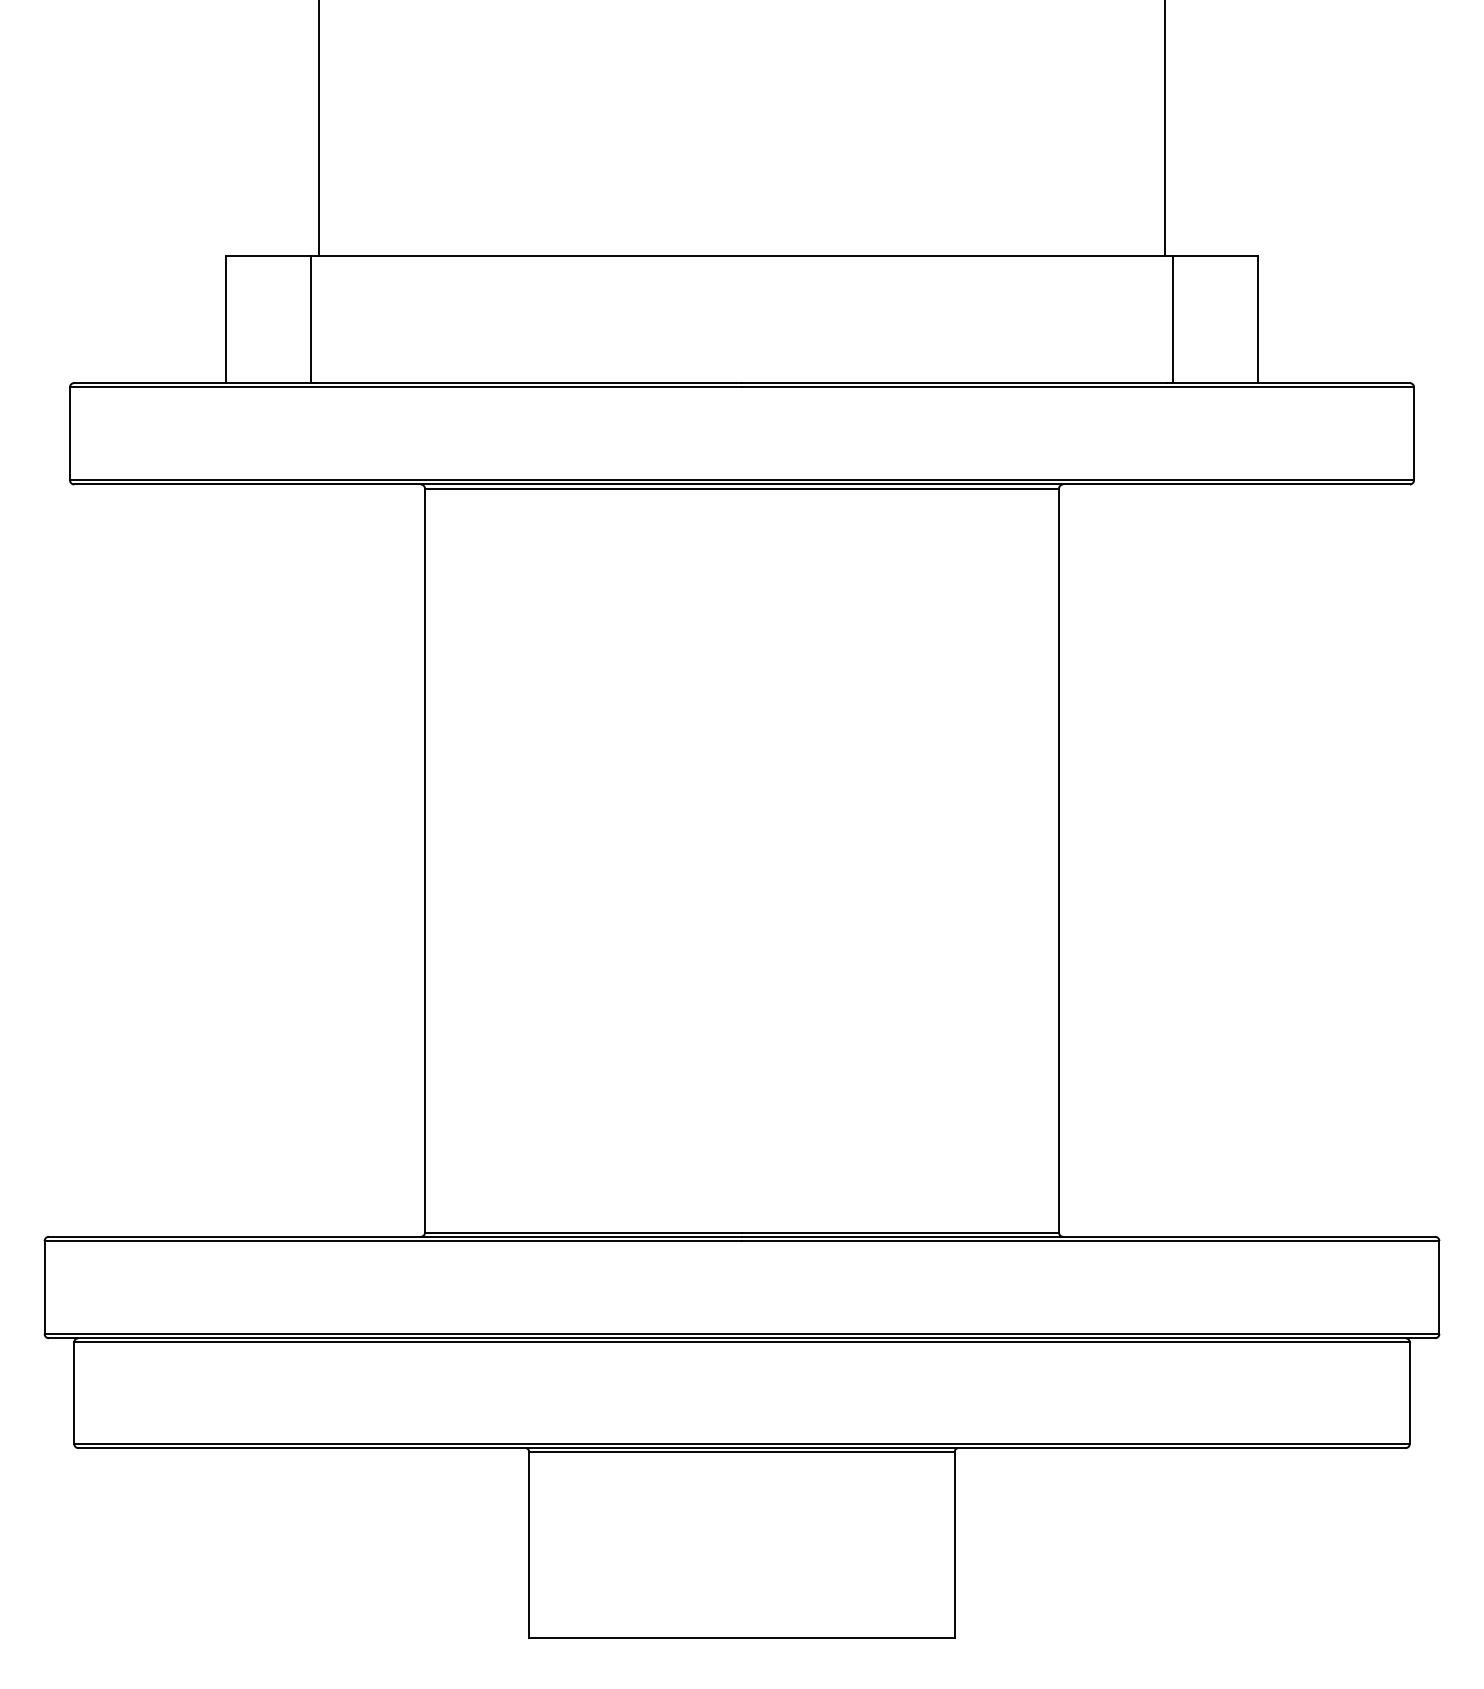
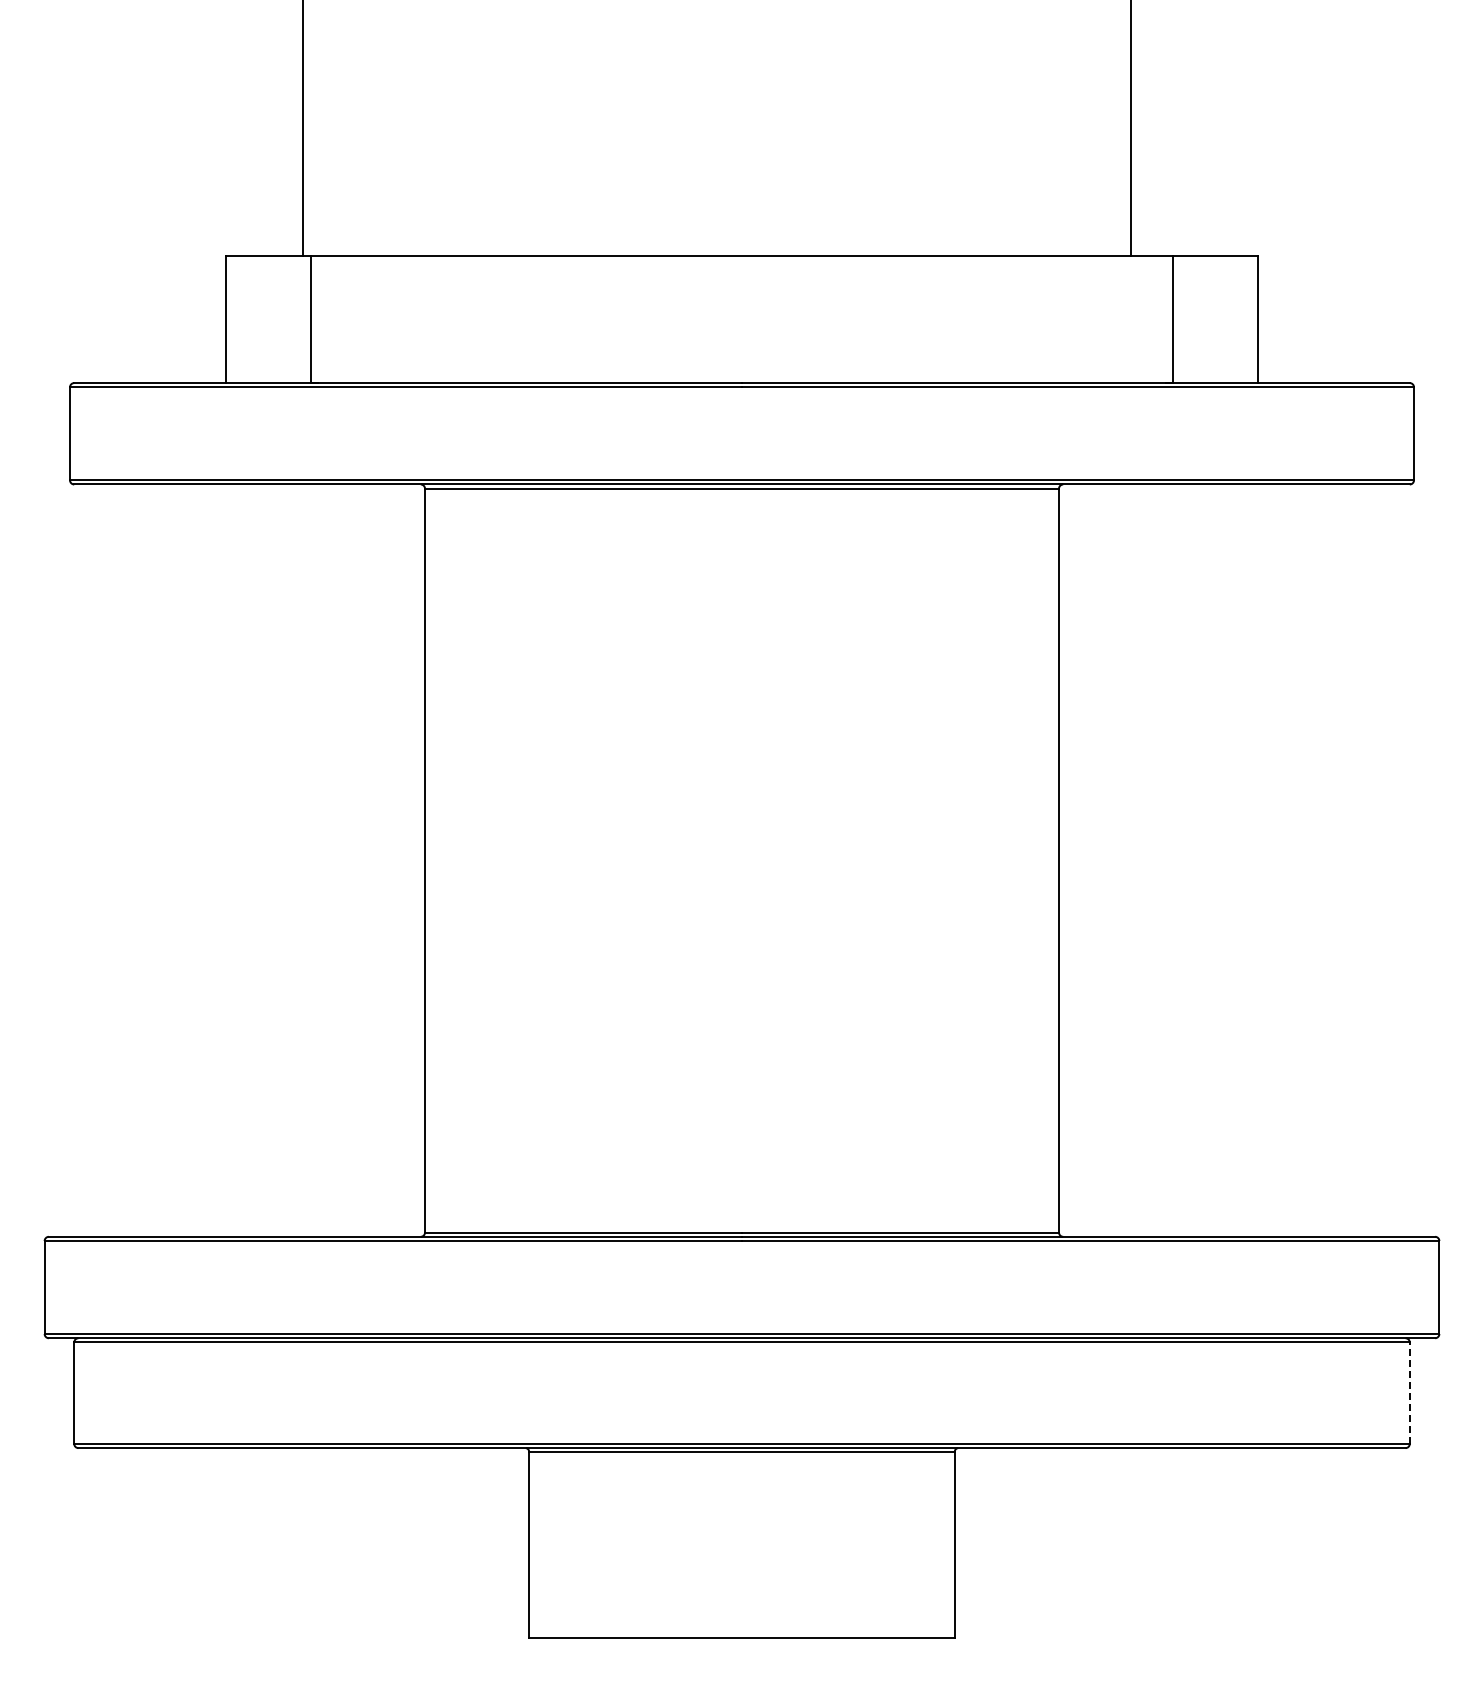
line at (319, 129) position: (319, 129) -> (303, 129)
line at (1164, 129) position: (1164, 129) -> (1130, 129)
line at (1409, 1393): solid -> dashed
